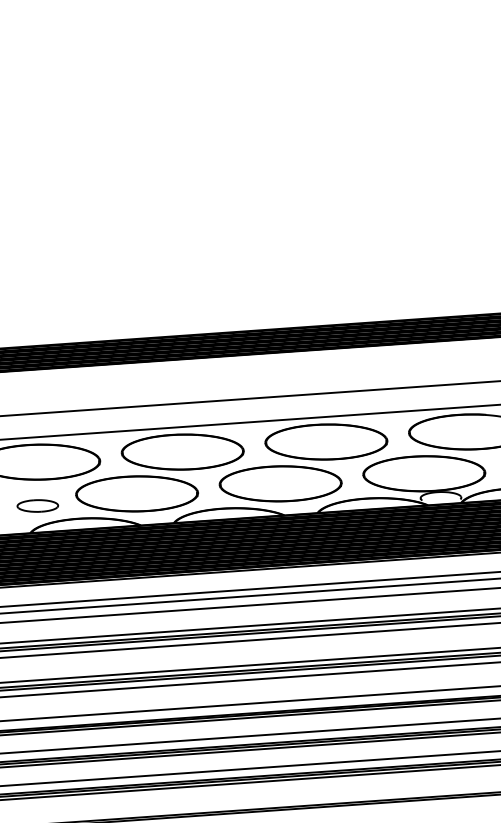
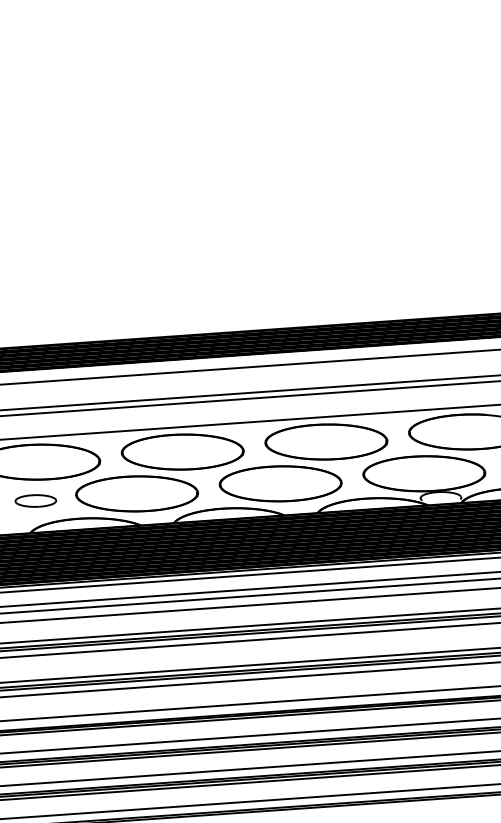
line at (249, 366): none -> present
line at (249, 392): none -> present
part at (37, 505) position: (37, 505) -> (35, 500)
line at (249, 574): none -> present
line at (249, 801): none -> present
